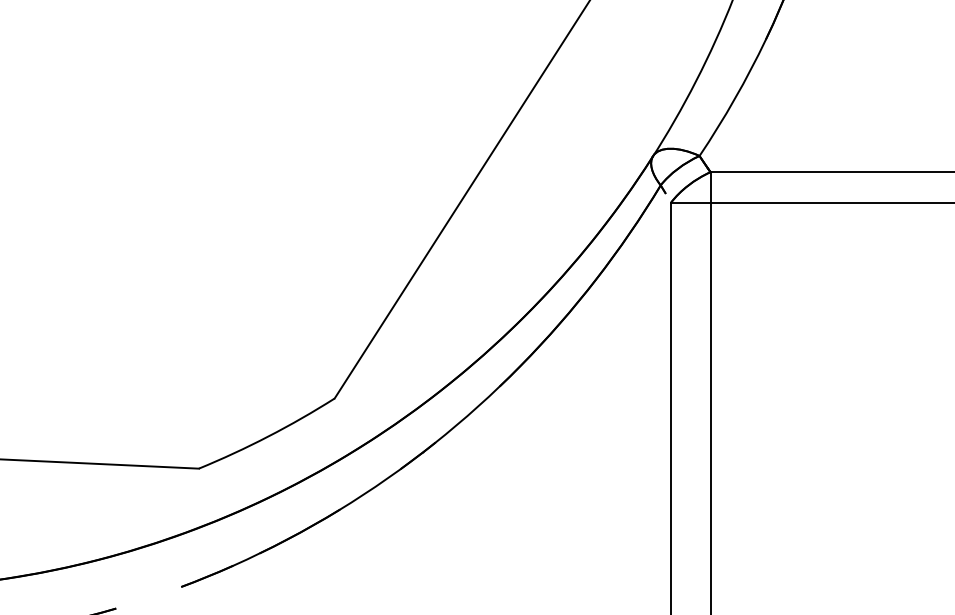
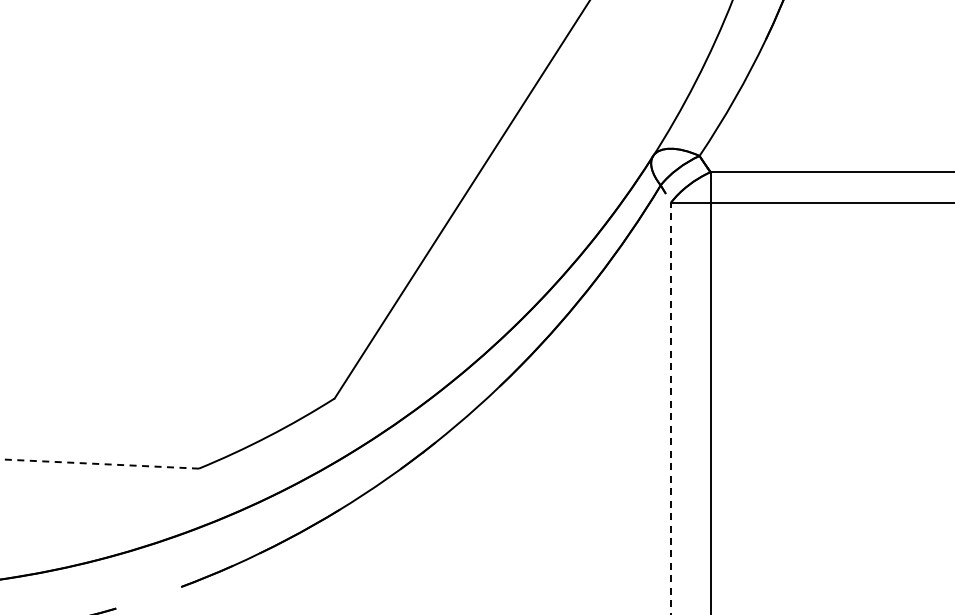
line at (671, 408): solid -> dashed
line at (99, 463): solid -> dashed
